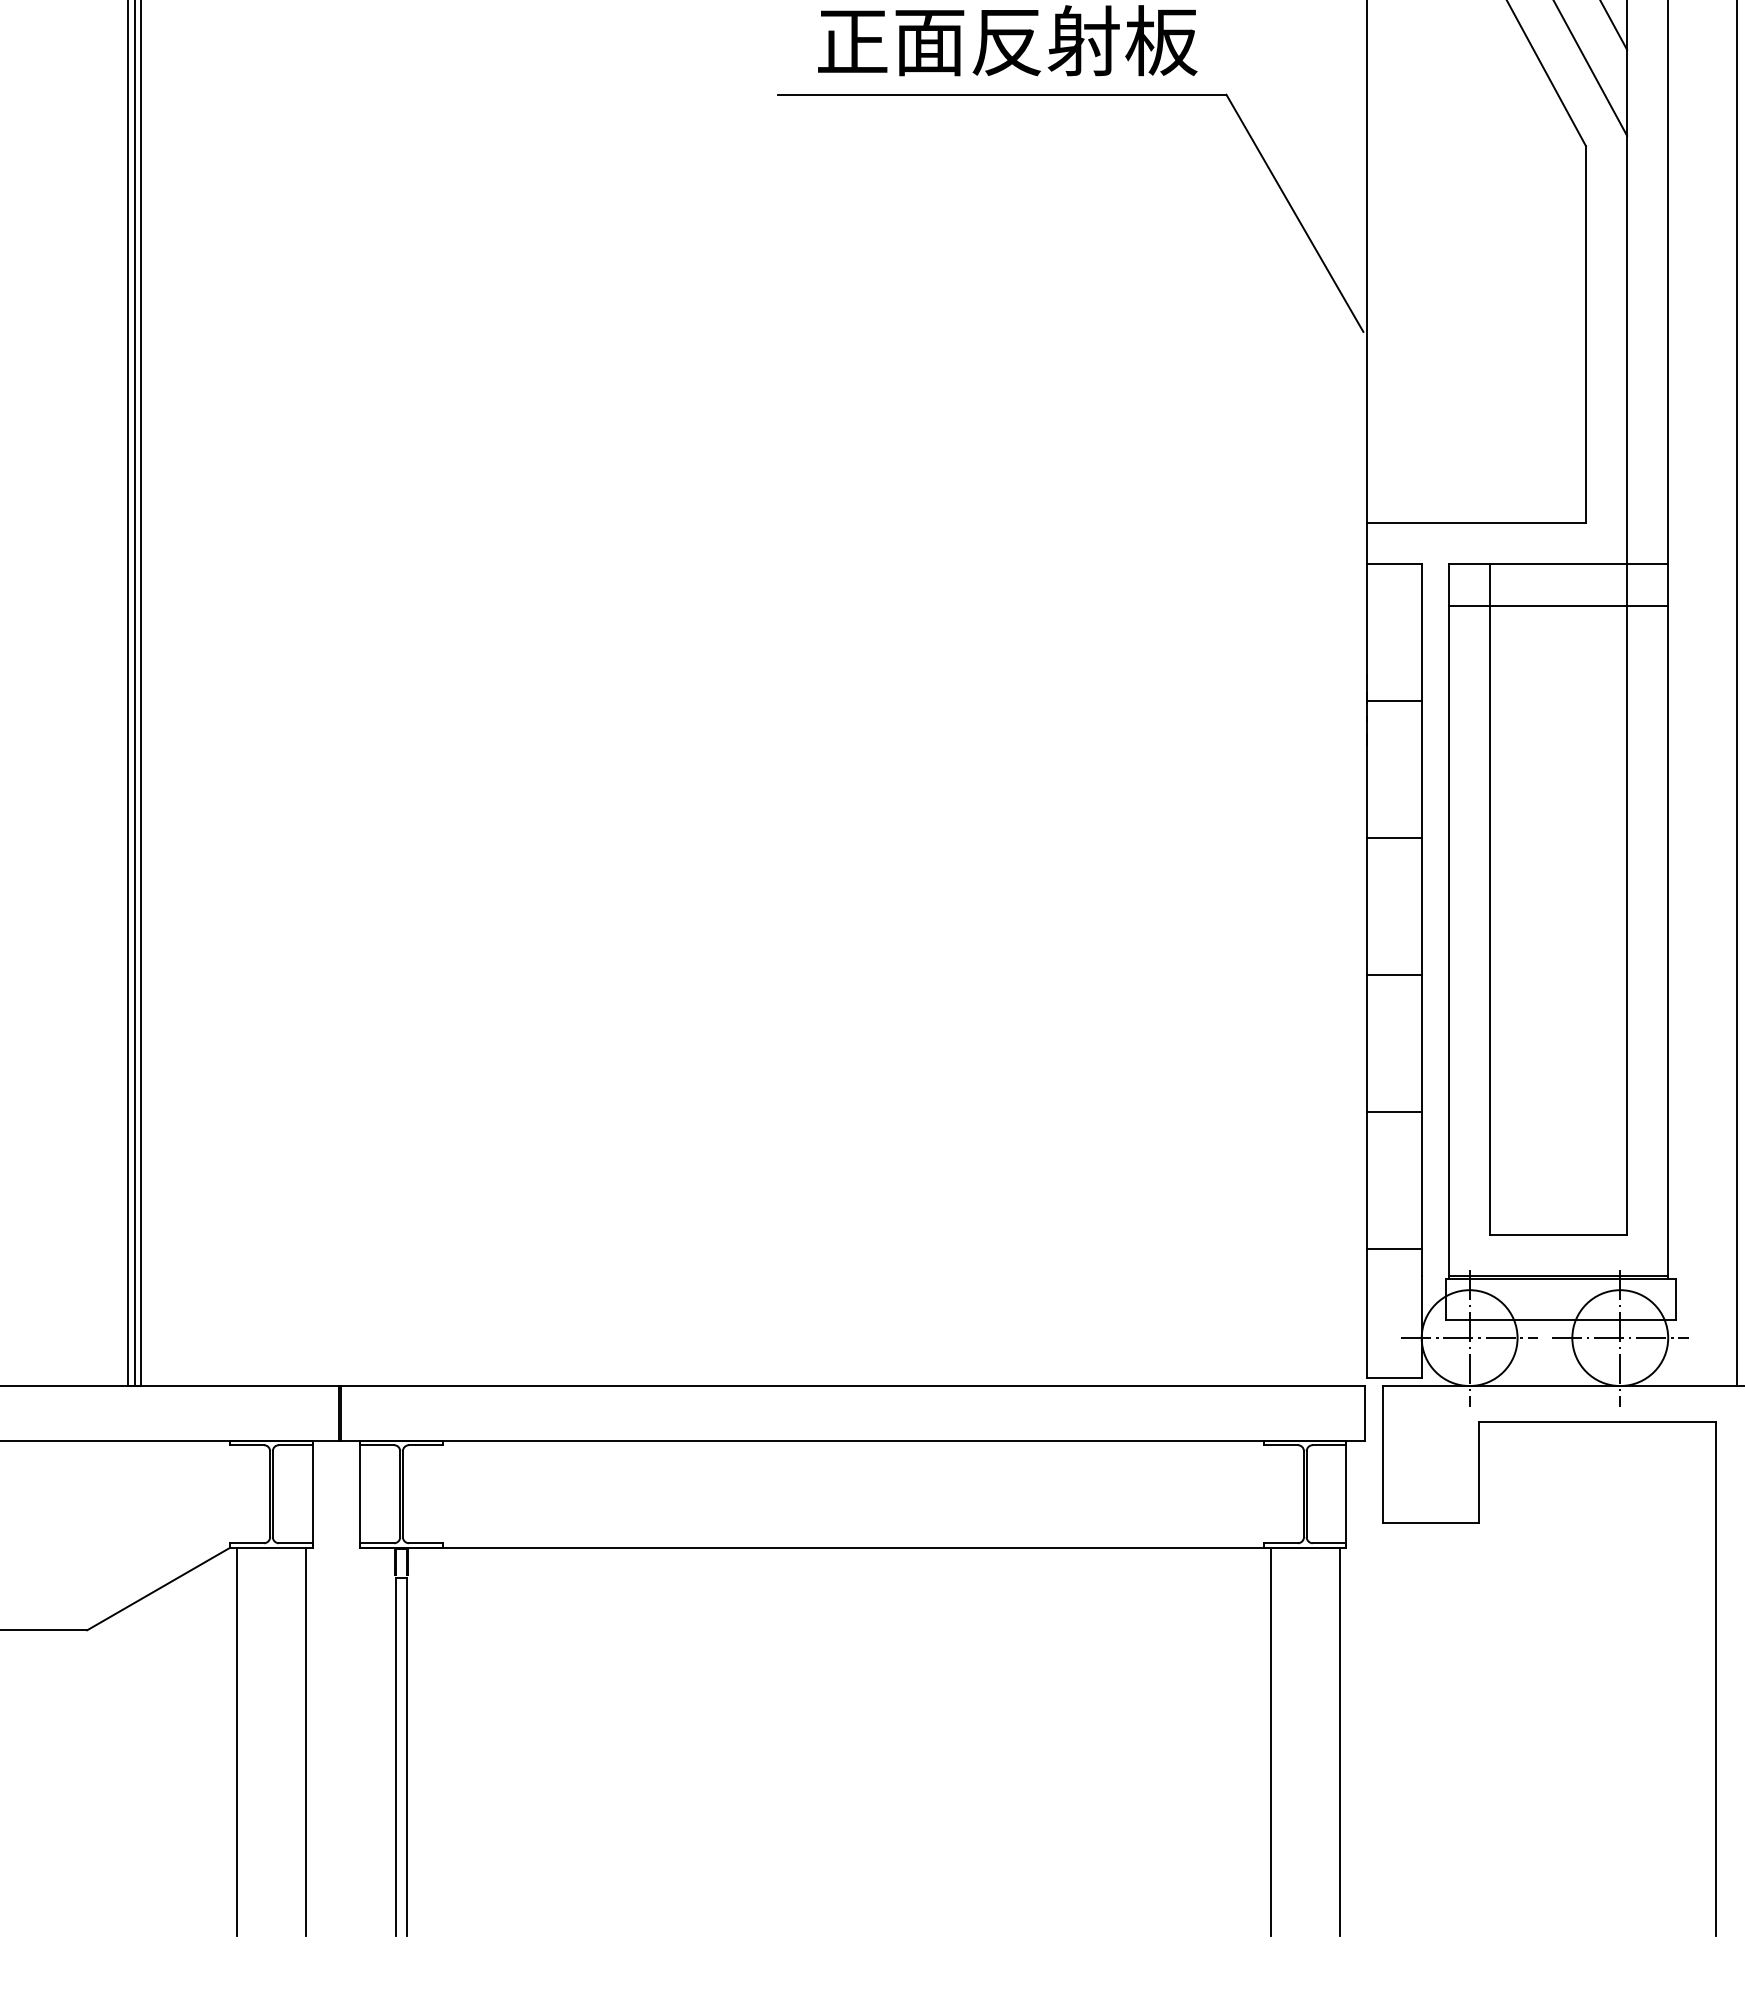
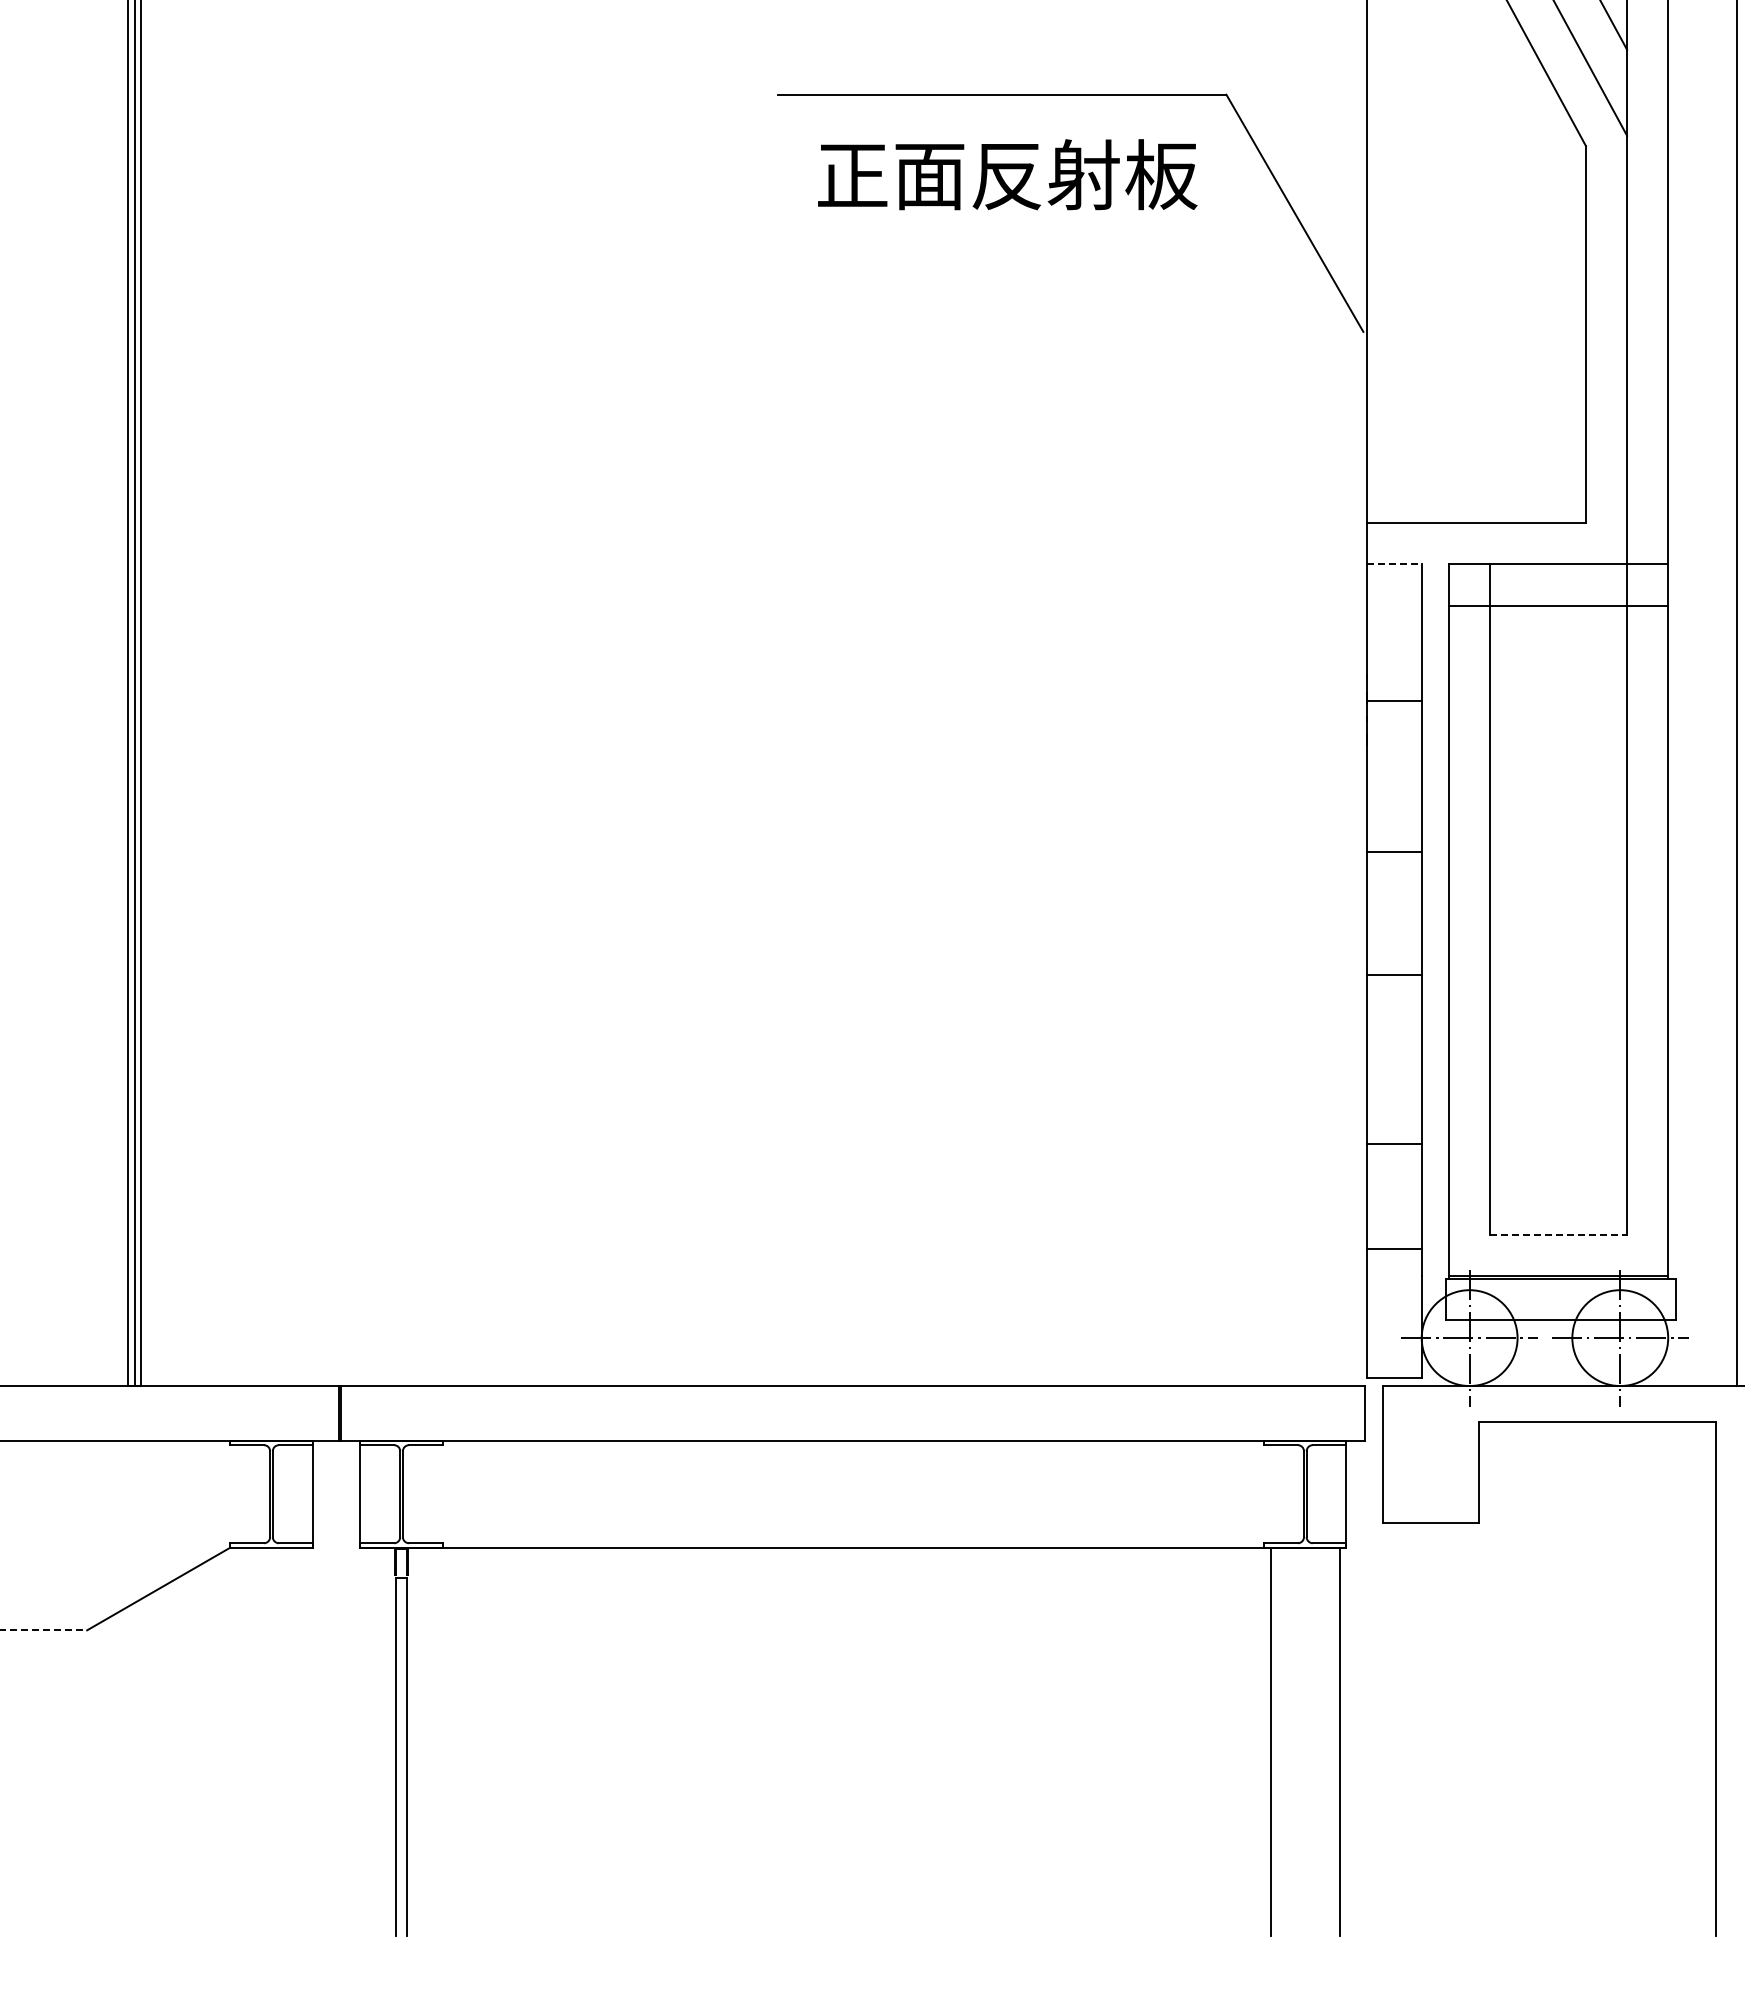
text at (1007, 40) position: (1007, 40) -> (1007, 174)
line at (1394, 564): solid -> dashed
line at (1393, 838) position: (1393, 838) -> (1393, 852)
line at (1393, 1112) position: (1393, 1112) -> (1393, 1144)
line at (1559, 1235): solid -> dashed
line at (44, 1630): solid -> dashed
line at (237, 1741): present -> none
line at (305, 1741): present -> none
